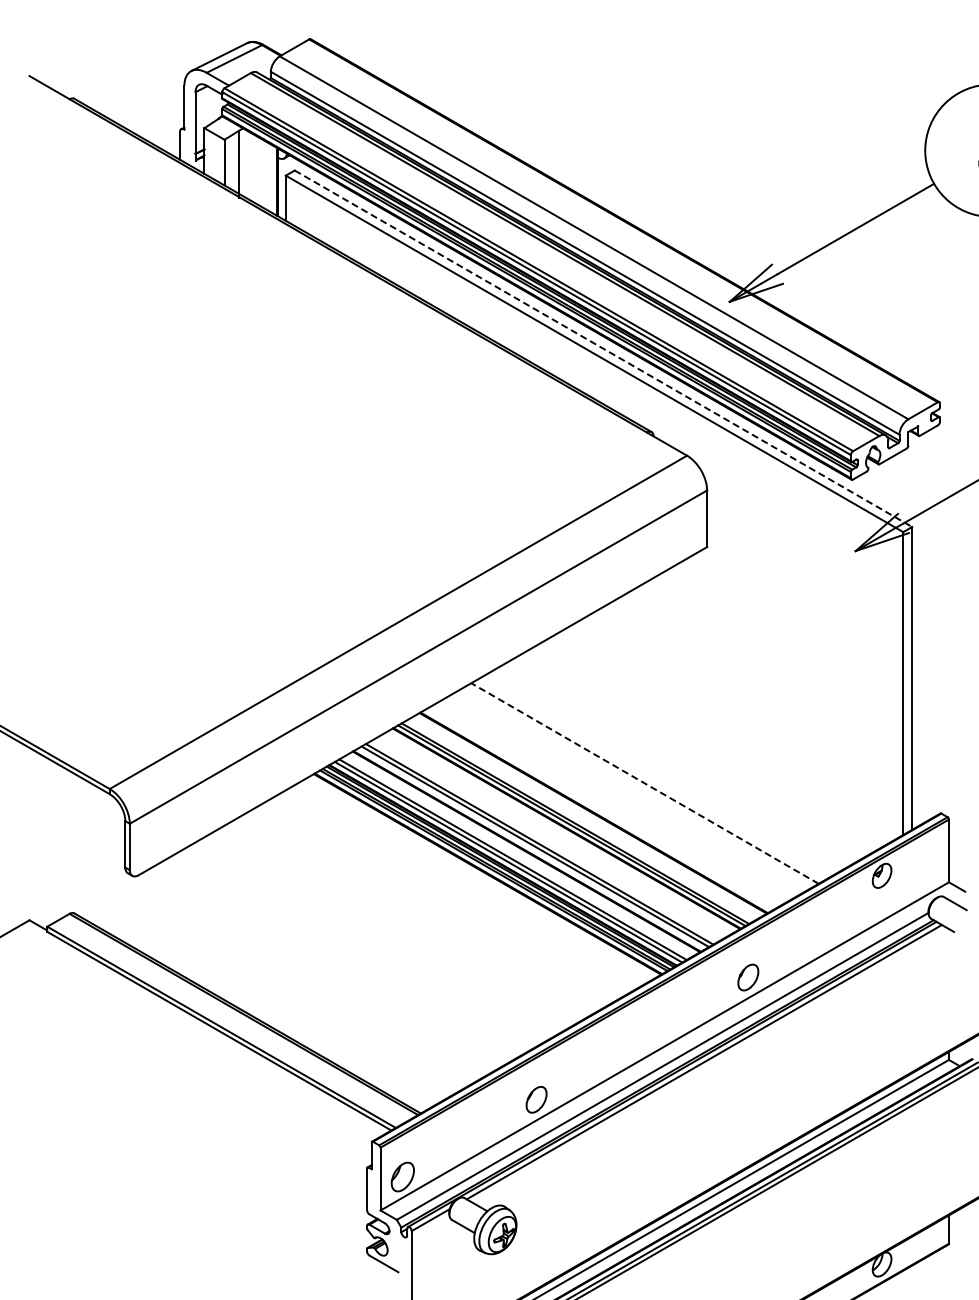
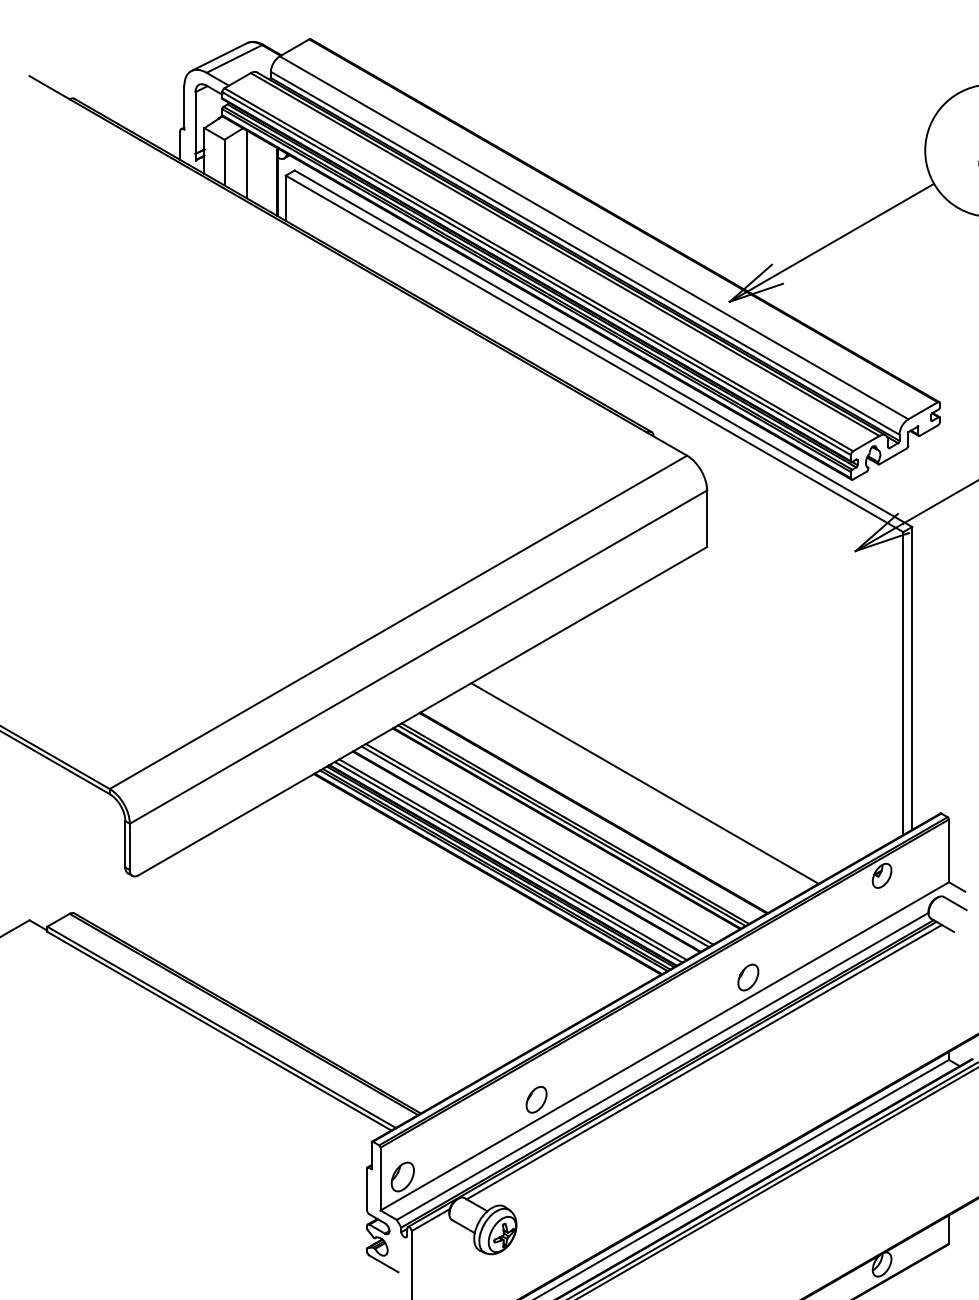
line at (238, 164) position: (238, 164) -> (246, 164)
line at (603, 349): dashed -> solid
line at (644, 783): dashed -> solid
